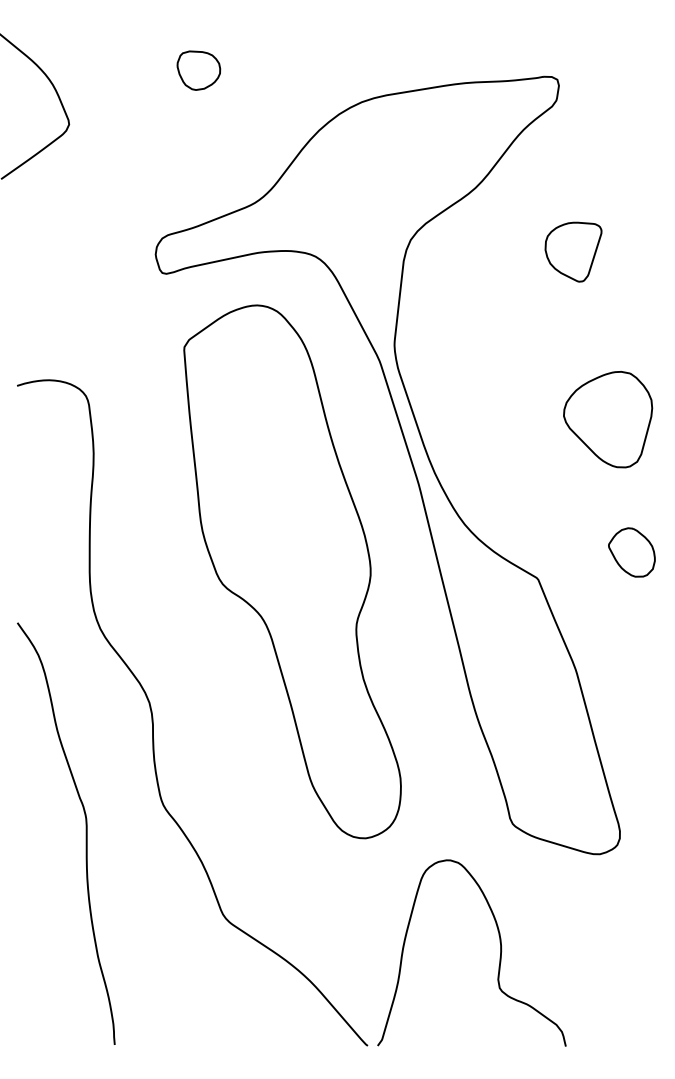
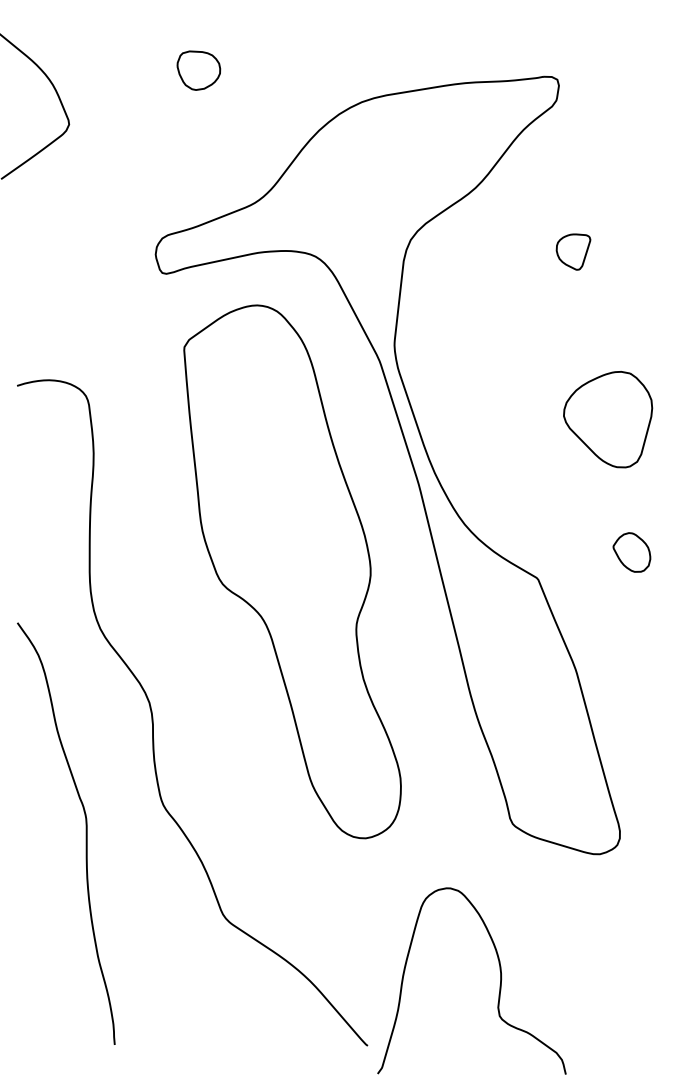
part at (573, 251) size: 59x62 px -> 37x38 px
part at (631, 552) size: 48x51 px -> 40x41 px
curve at (499, 957) position: (499, 957) -> (499, 985)
